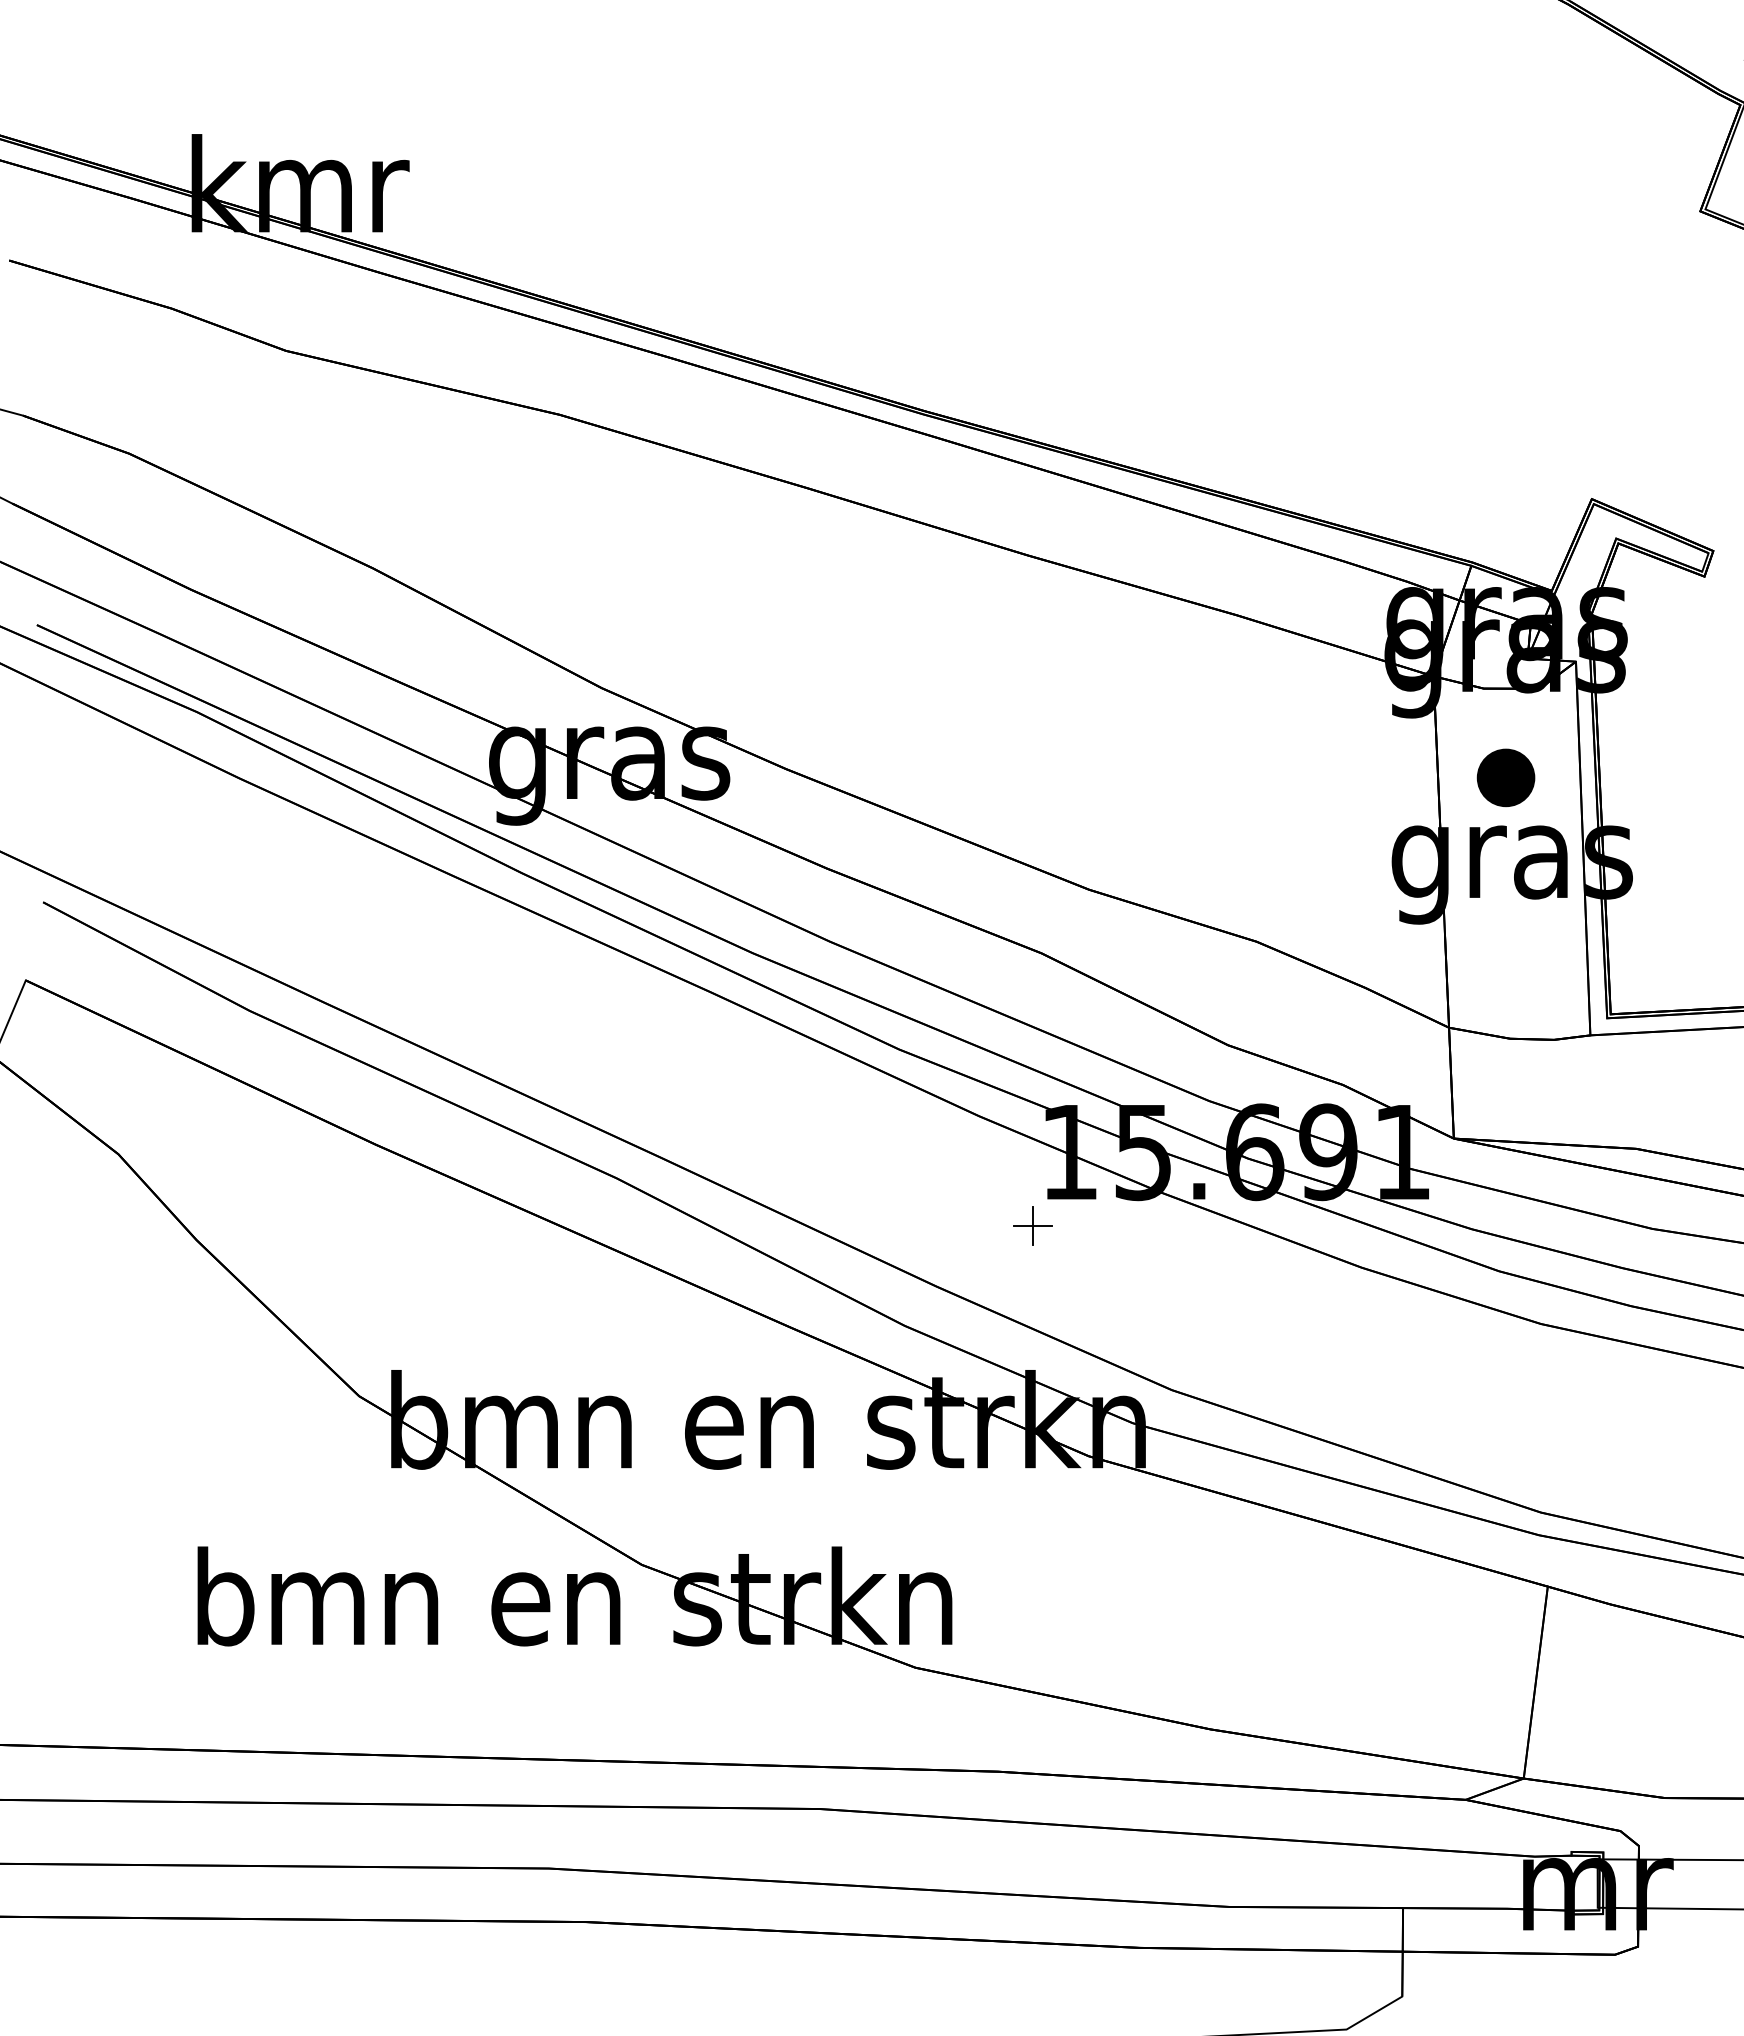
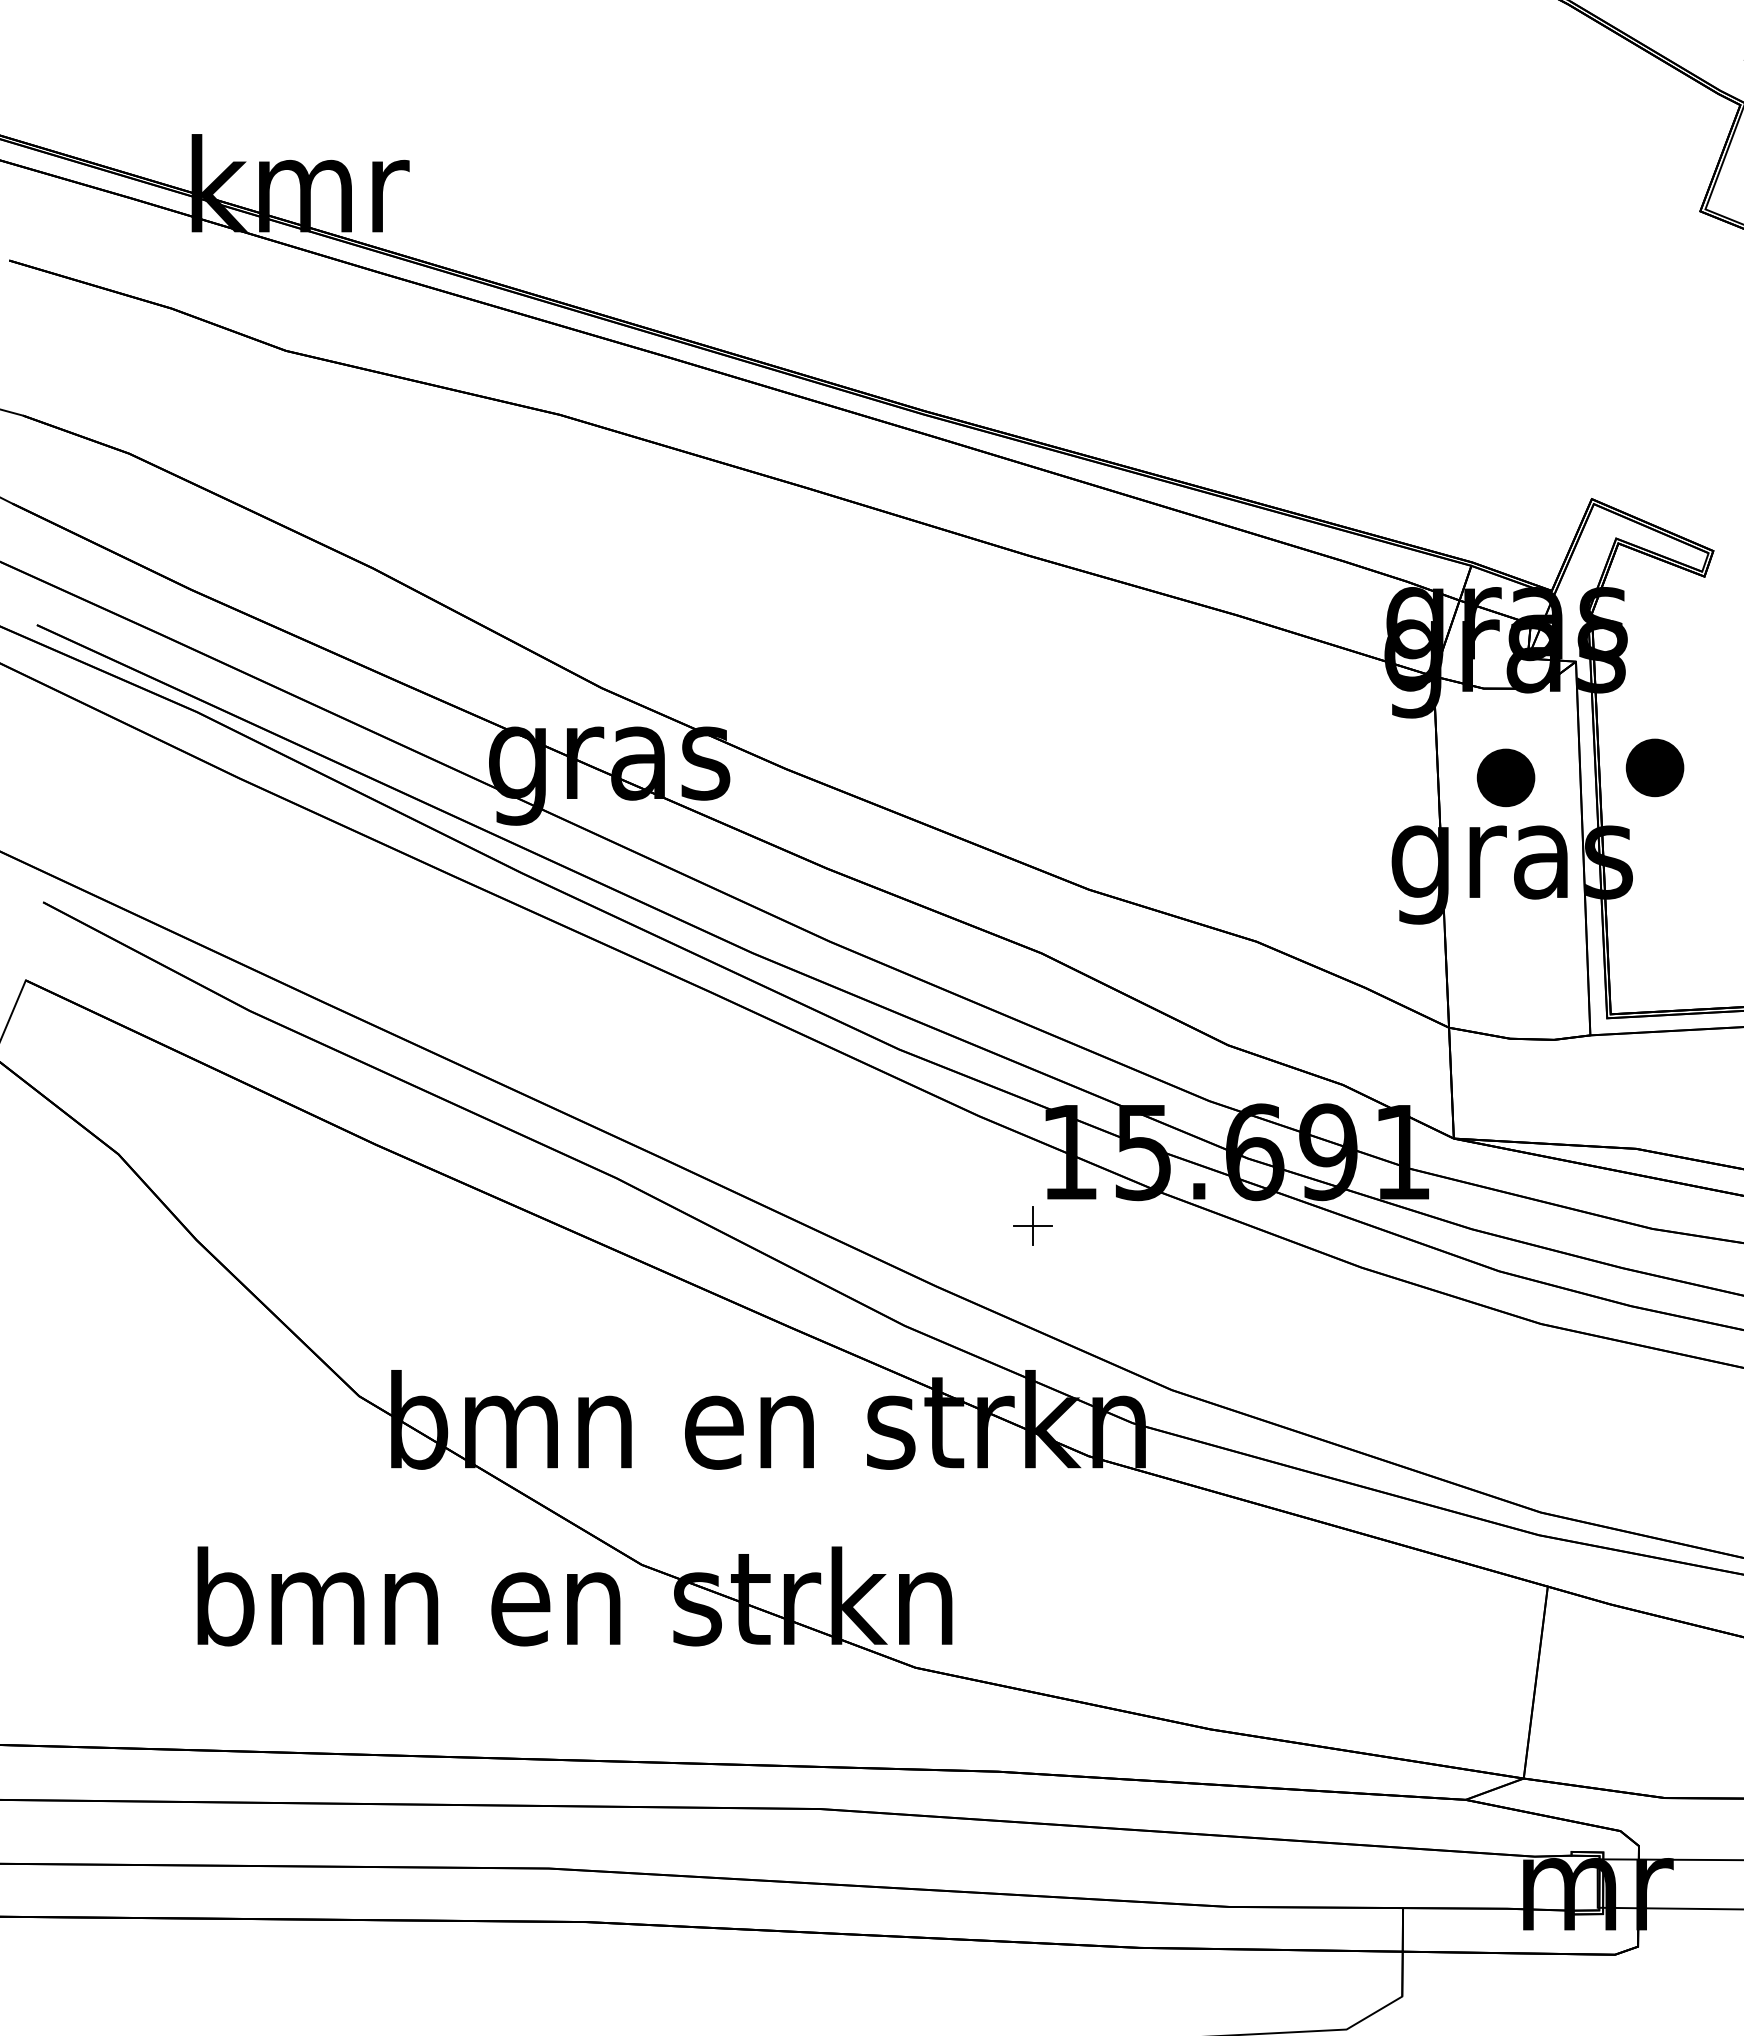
part at (1654, 767): none -> present
